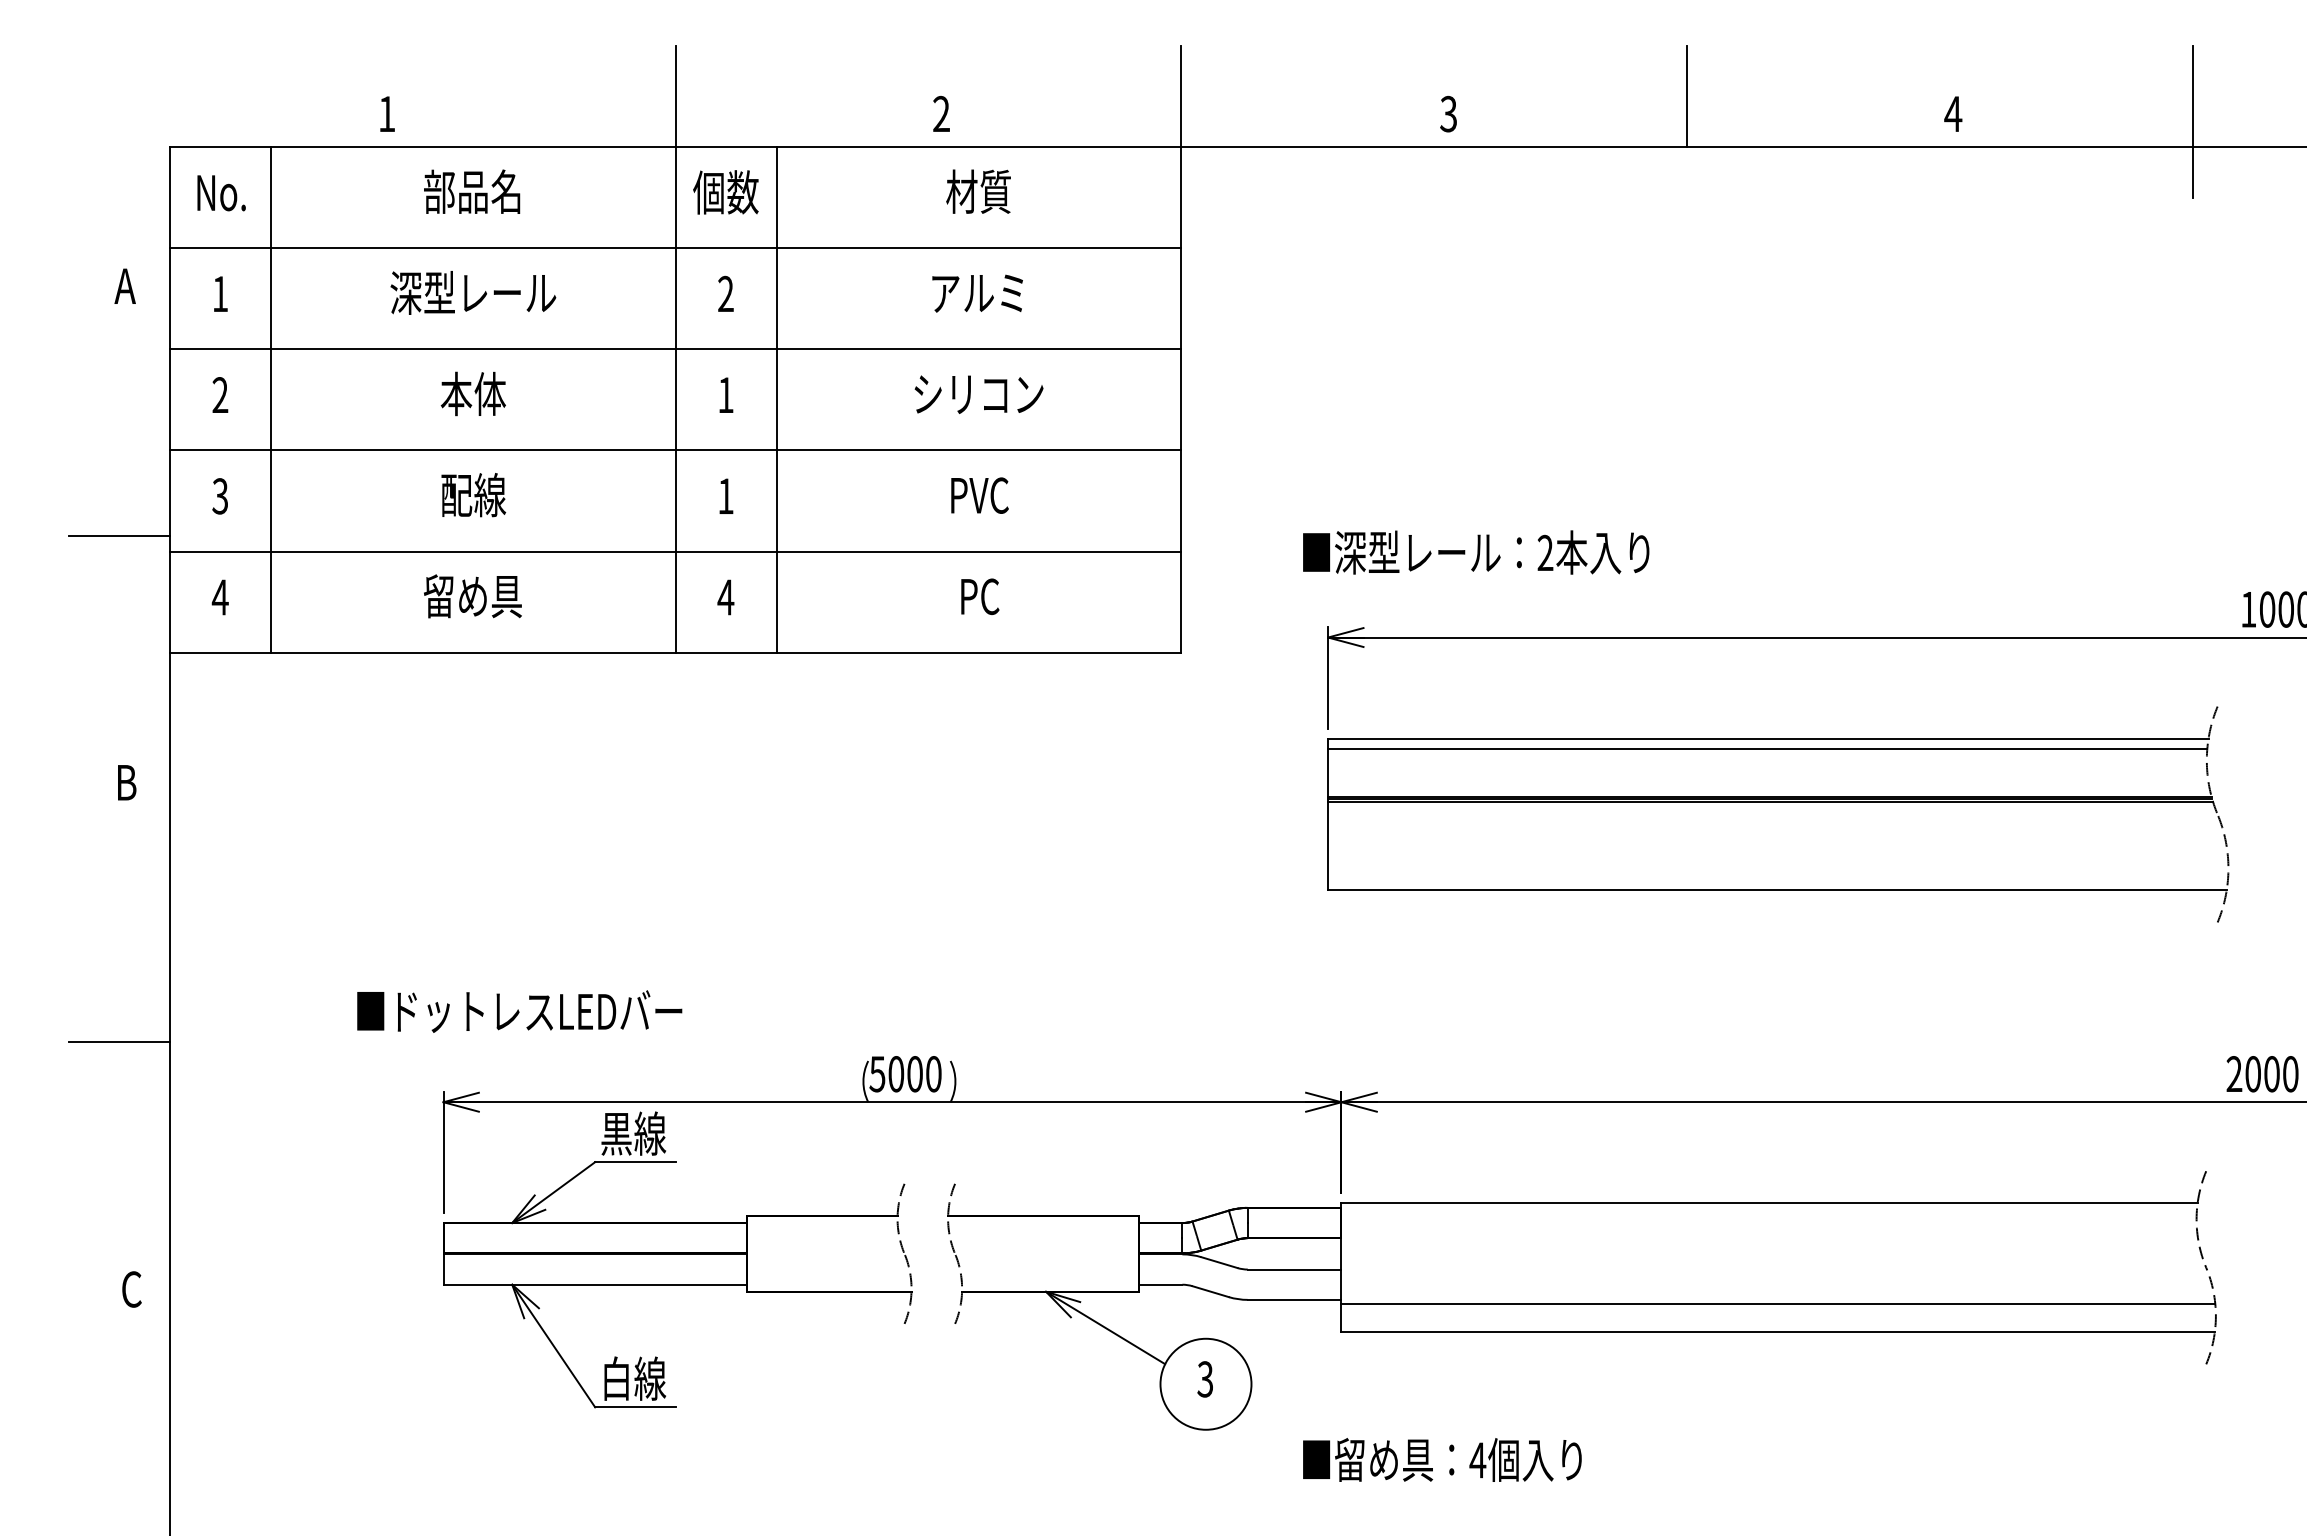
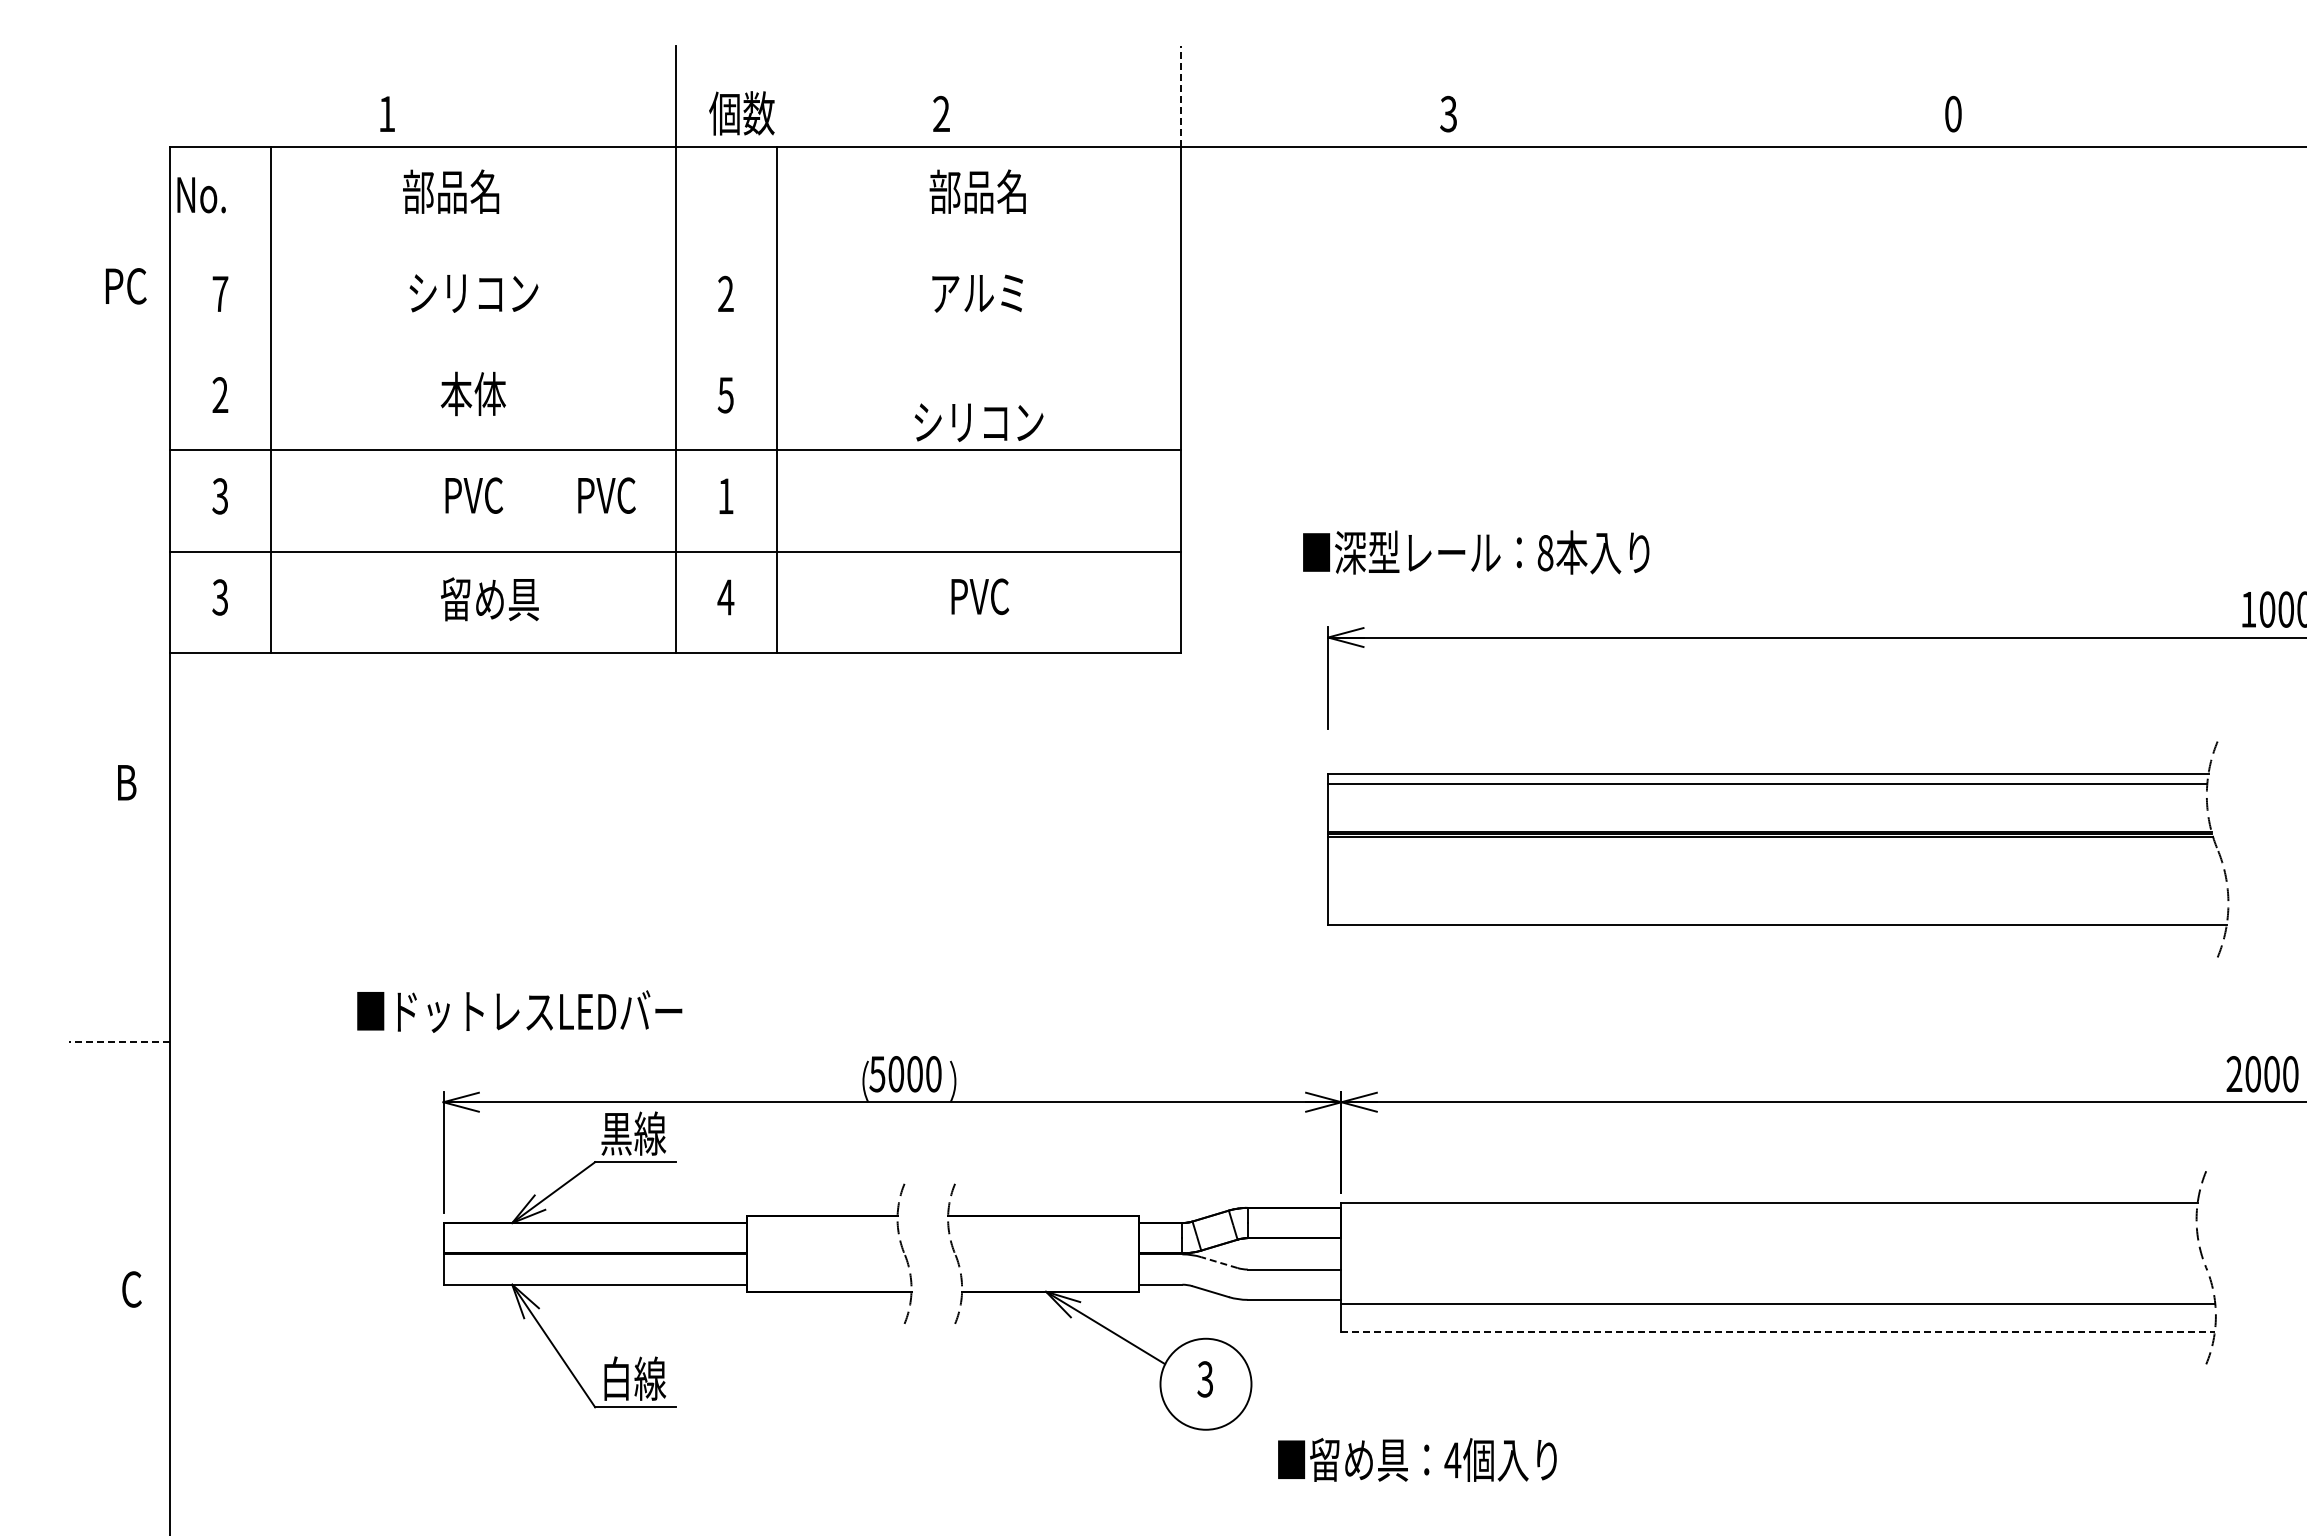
line at (1181, 96): solid -> dashed
line at (1686, 96): present -> none
text at (1953, 113): 4 -> 0
line at (2192, 121): present -> none
text at (472, 191) position: (472, 191) -> (451, 191)
text at (977, 191): 材質 -> 部品名
text at (725, 192) position: (725, 192) -> (741, 113)
text at (221, 193) position: (221, 193) -> (201, 195)
line at (675, 248): present -> none
text at (125, 286): A -> PC
text at (473, 292): 深型レール -> シリコン
text at (220, 293): 1 -> 7
line at (675, 349): present -> none
text at (978, 394) position: (978, 394) -> (978, 422)
text at (725, 395): 1 -> 5
text at (473, 495): 配線 -> PVC
text at (979, 495) position: (979, 495) -> (606, 495)
line at (119, 536): present -> none
text at (1545, 552): 2 -> 8
text at (472, 596) position: (472, 596) -> (489, 599)
text at (980, 596): PC -> PVC
text at (219, 597): 4 -> 3
part at (1778, 802) position: (1778, 802) -> (1778, 837)
line at (119, 1041): solid -> dashed
line at (1219, 1262): solid -> dashed
line at (1778, 1332): solid -> dashed
text at (1442, 1459) position: (1442, 1459) -> (1417, 1459)
